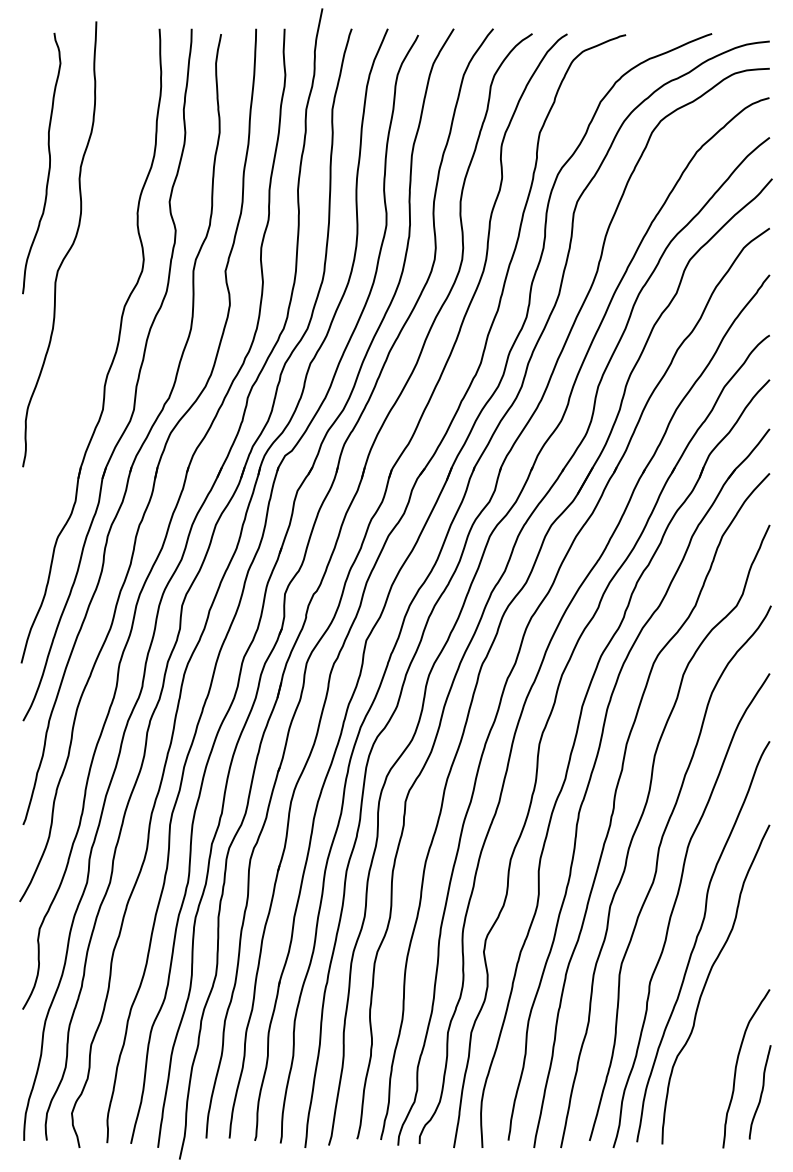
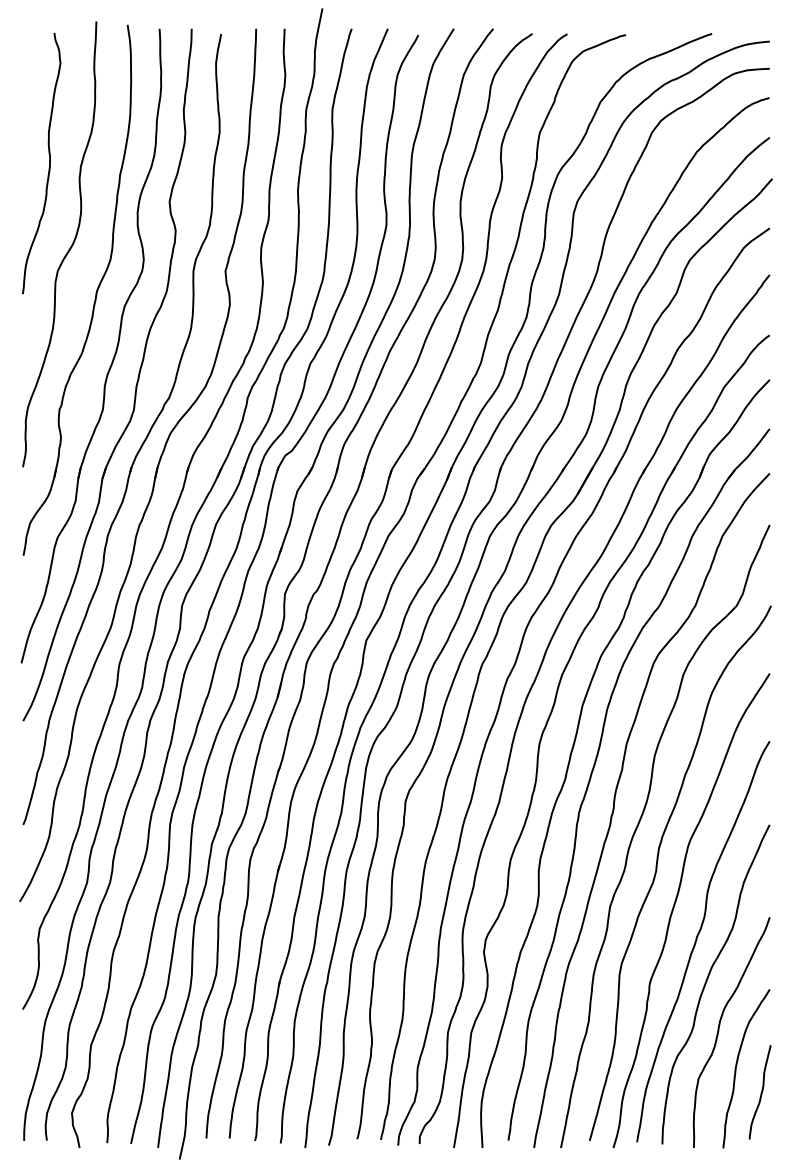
part at (95, 292): none -> present
curve at (719, 1031): none -> present
